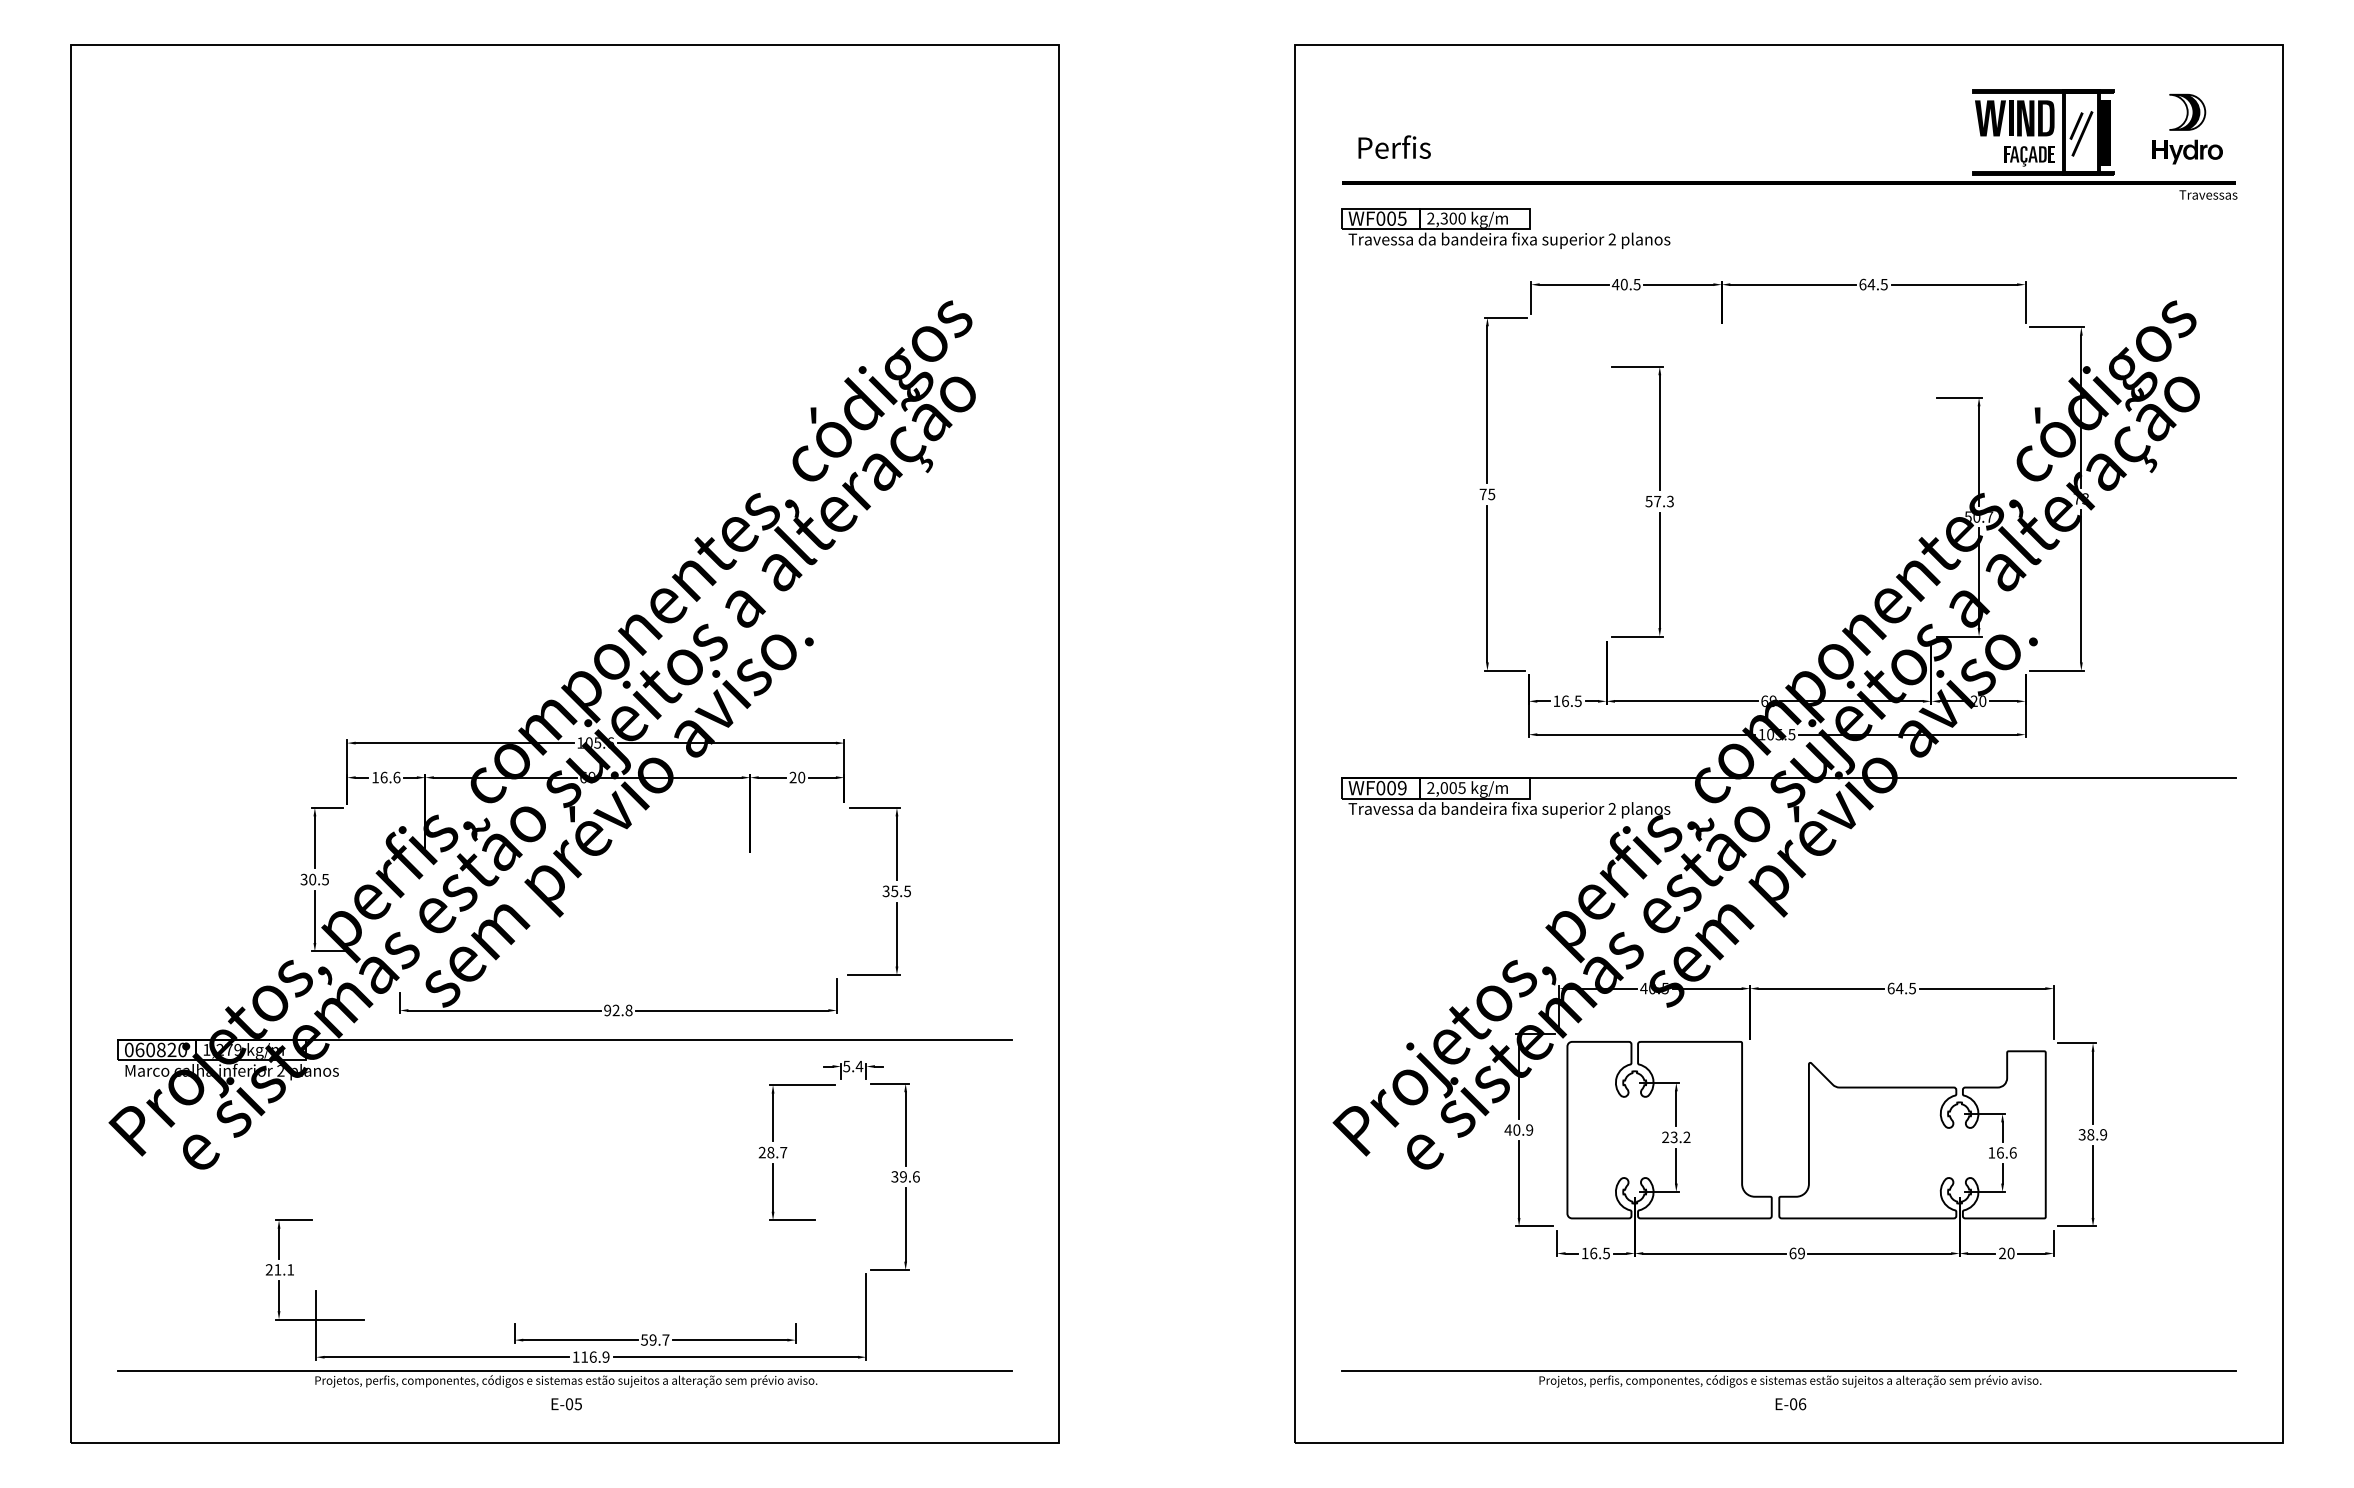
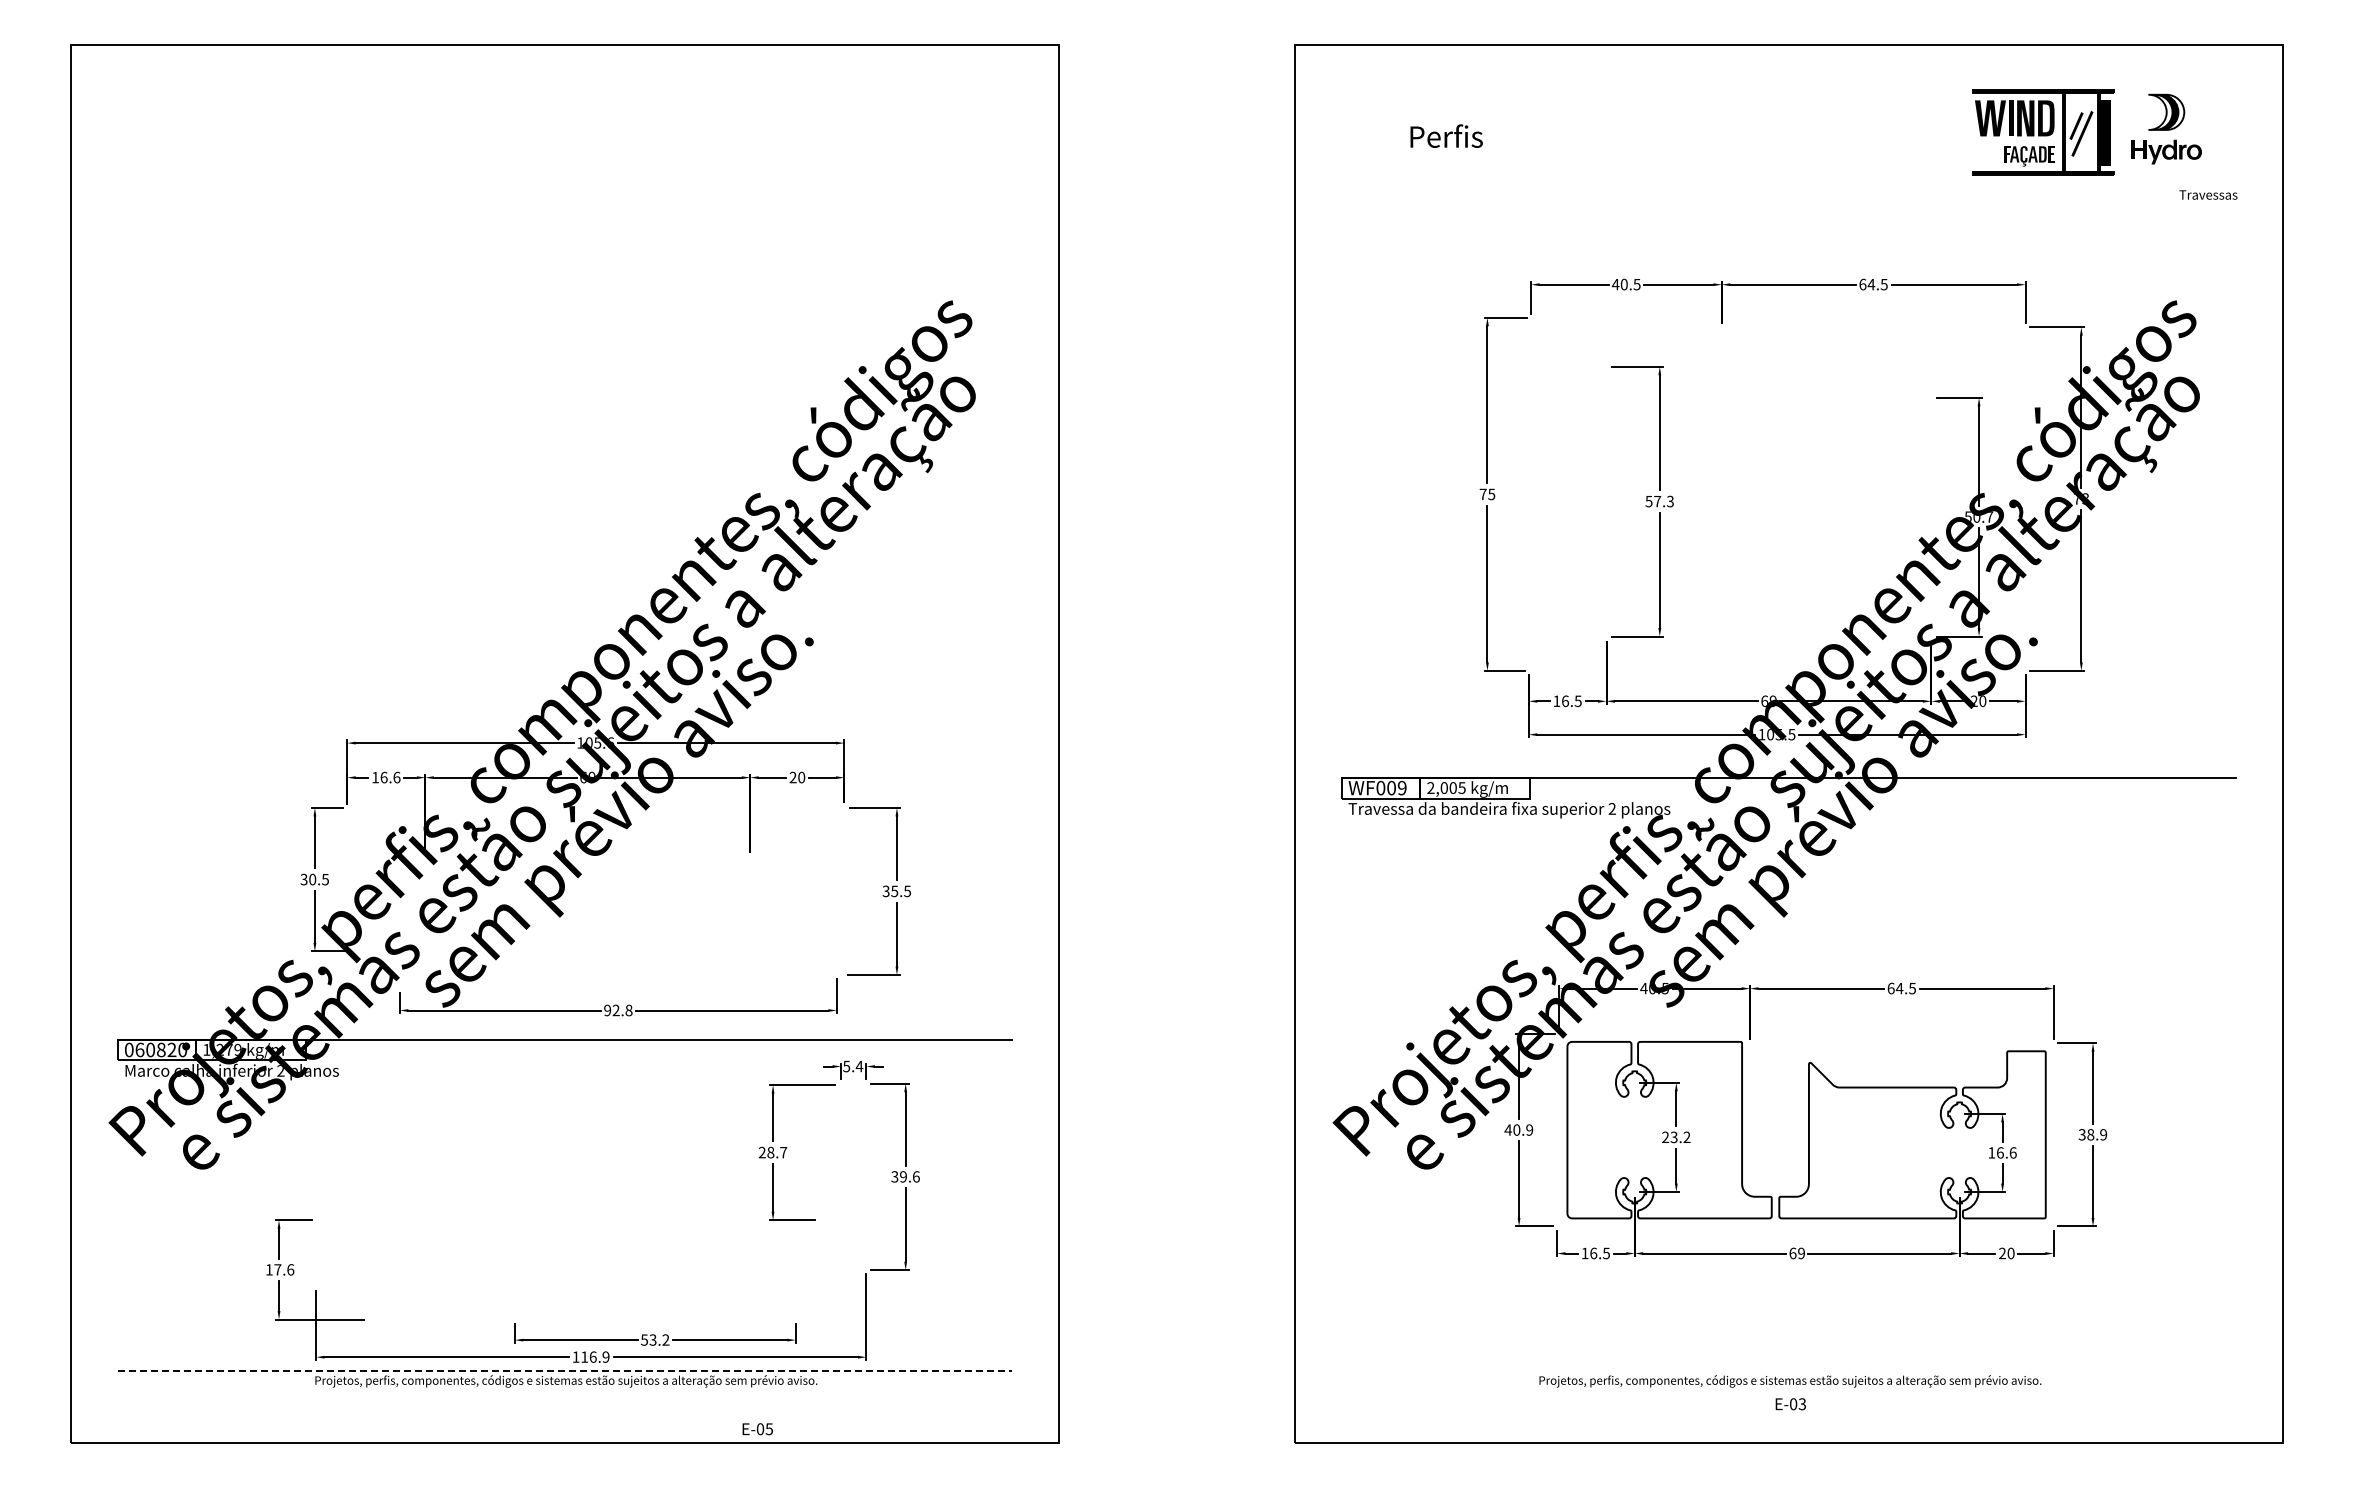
part at (2187, 128) position: (2187, 128) -> (2166, 128)
text at (1394, 146) position: (1394, 146) -> (1446, 135)
fill at (1788, 182): present -> none
part at (1505, 228): present -> none
text at (279, 1269): 21.1 -> 17.6
text at (659, 1339): 59.7 -> 53.2
line at (565, 1371): solid -> dashed
line at (1788, 1371): present -> none
text at (566, 1404) position: (566, 1404) -> (757, 1429)
text at (1802, 1404): E-06 -> E-03
